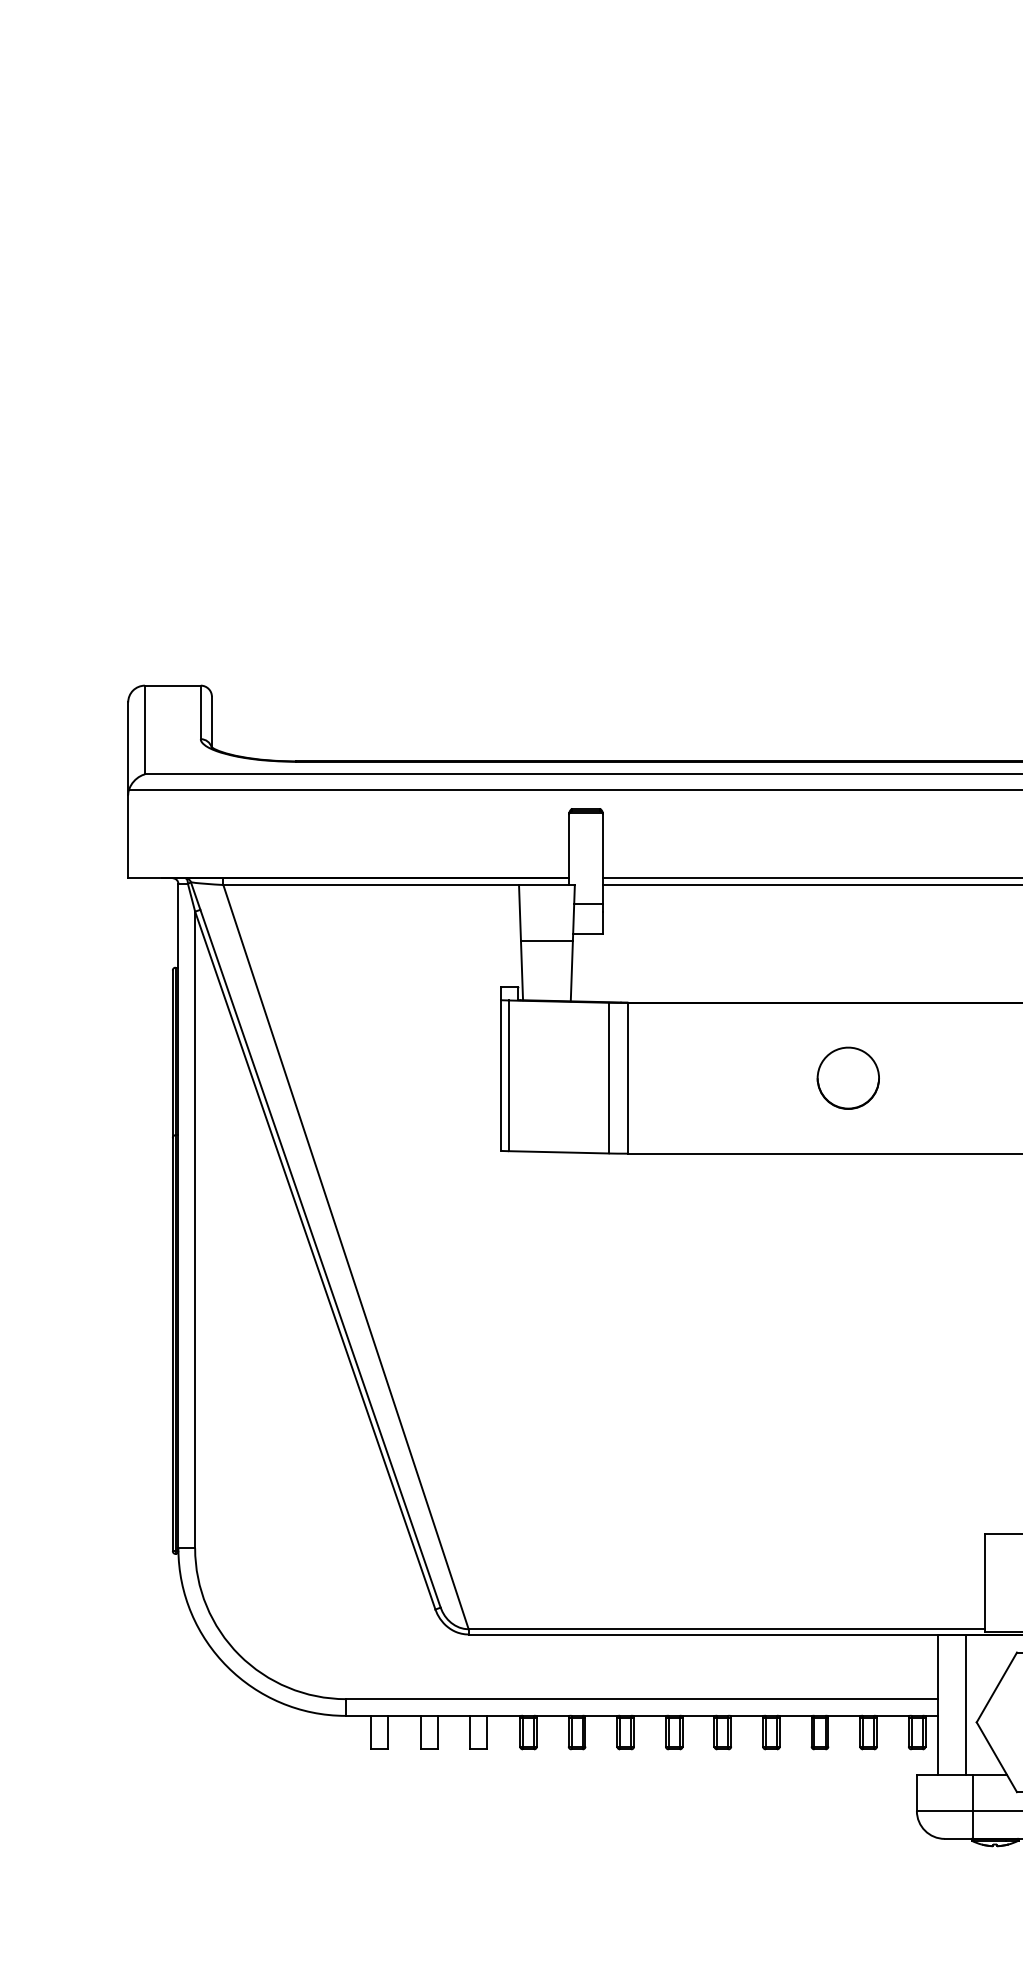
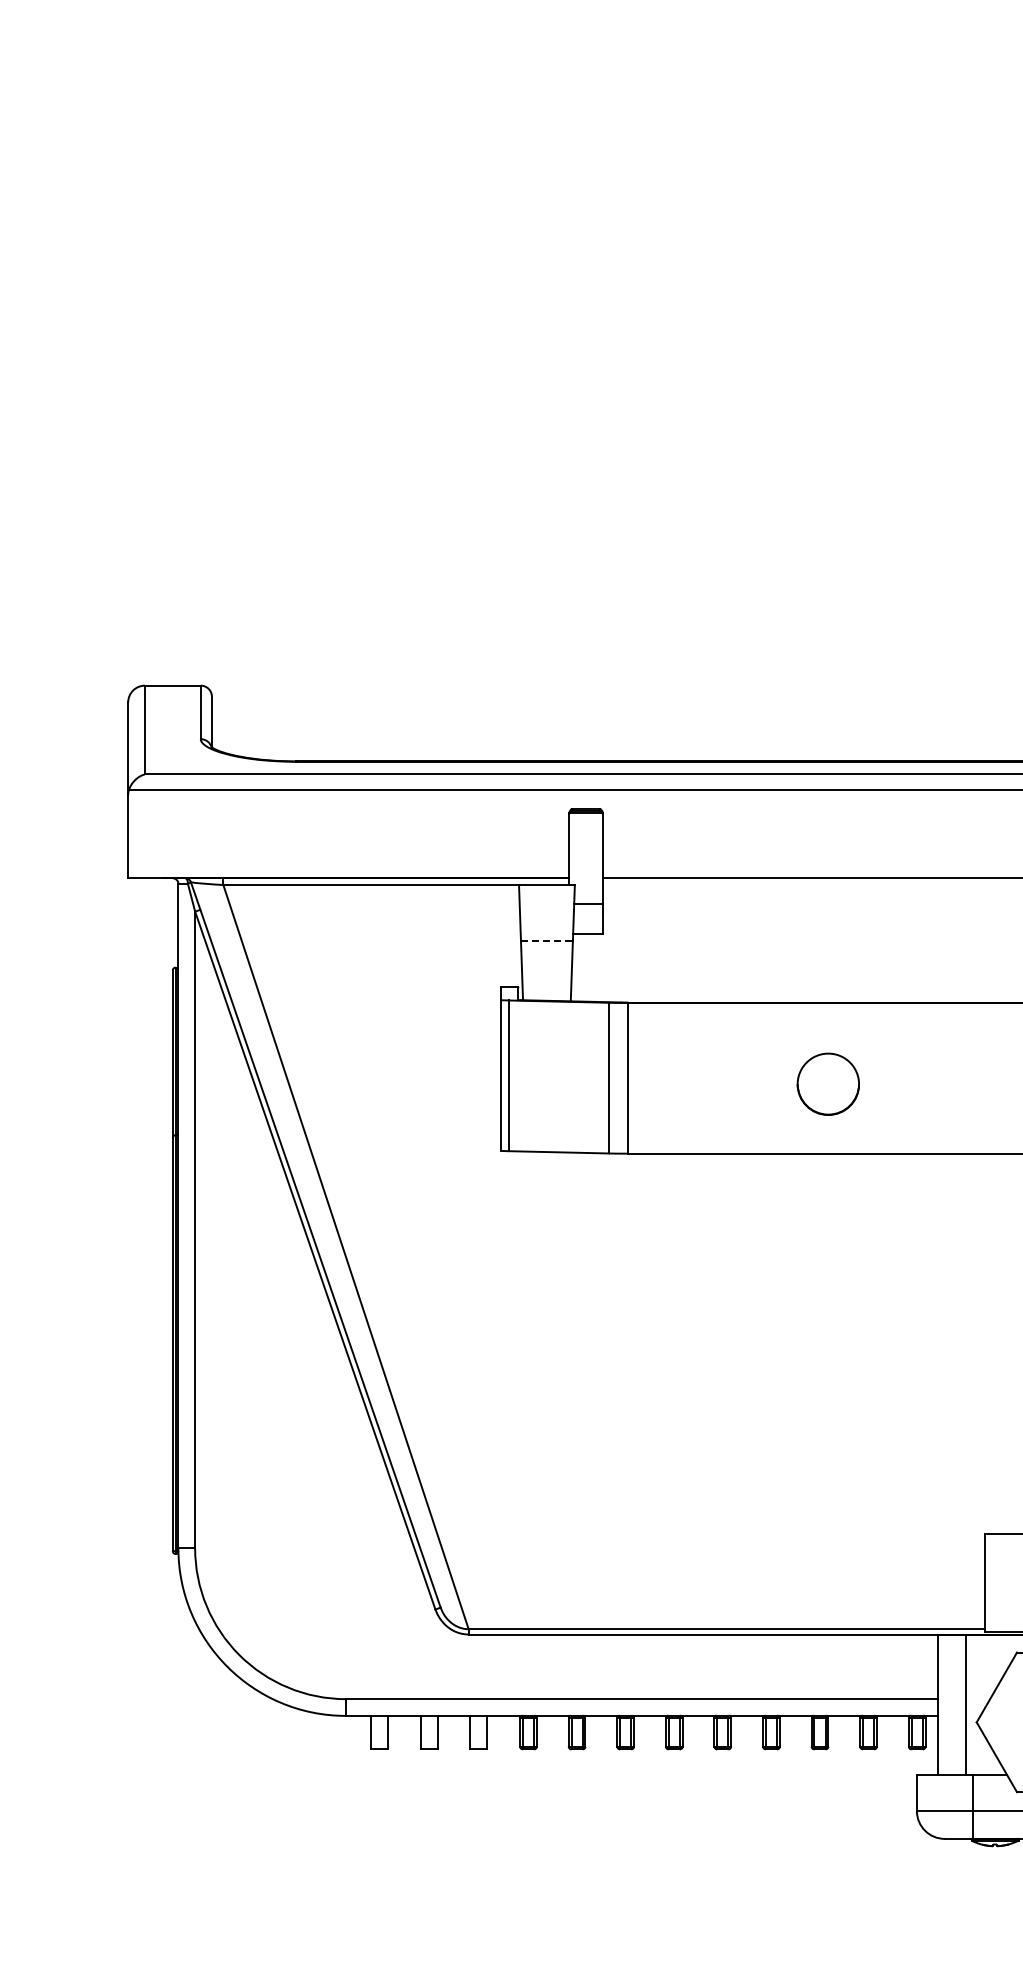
line at (810, 885): present -> none
line at (546, 940): solid -> dashed
part at (847, 1077) position: (847, 1077) -> (827, 1083)
